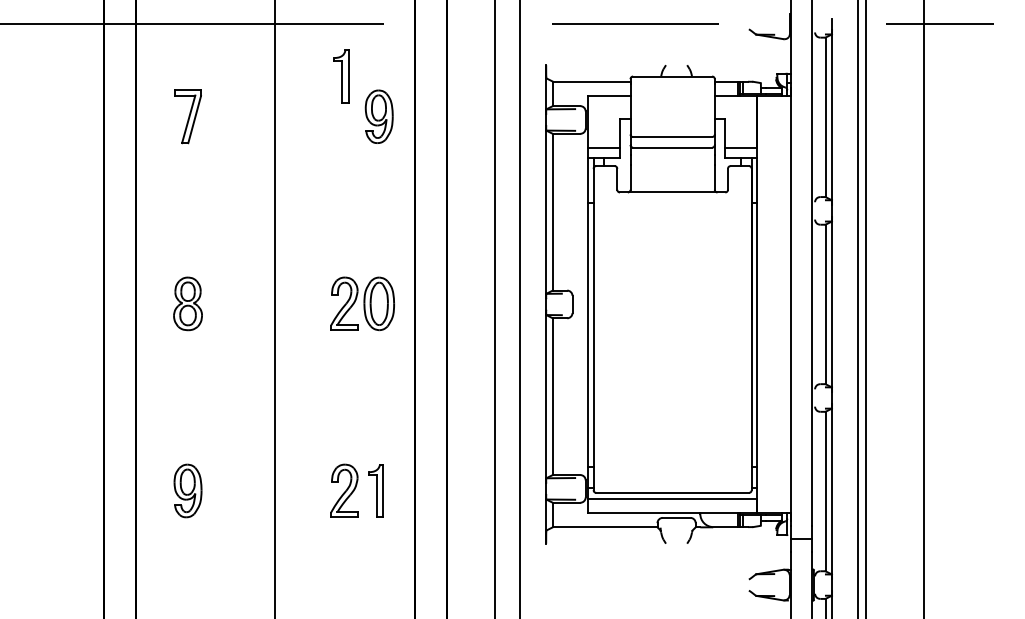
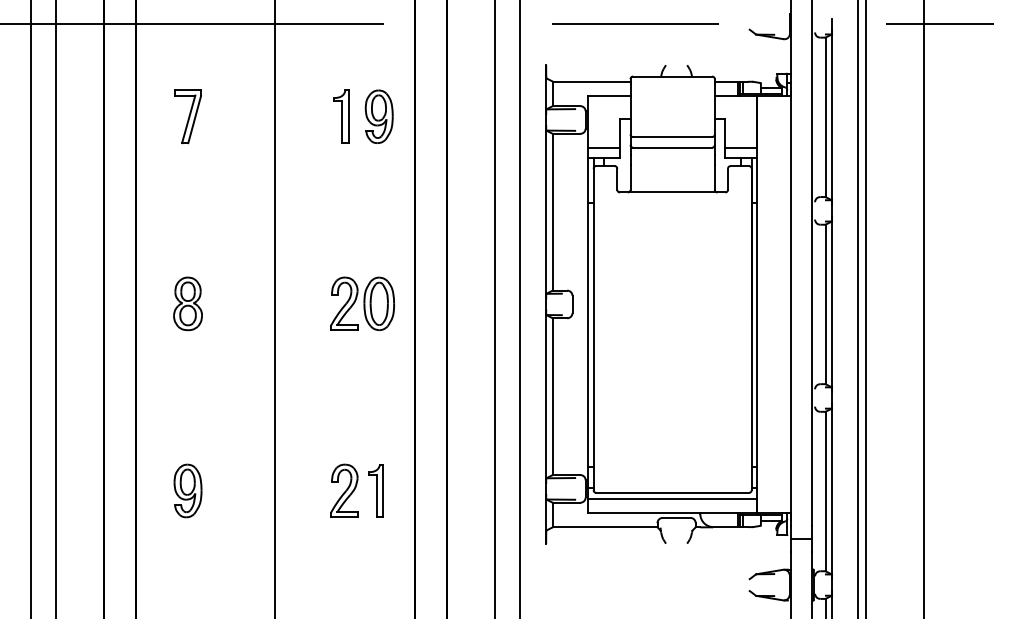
part at (341, 76) position: (341, 76) -> (341, 116)
line at (30, 308): none -> present
line at (55, 308): none -> present
